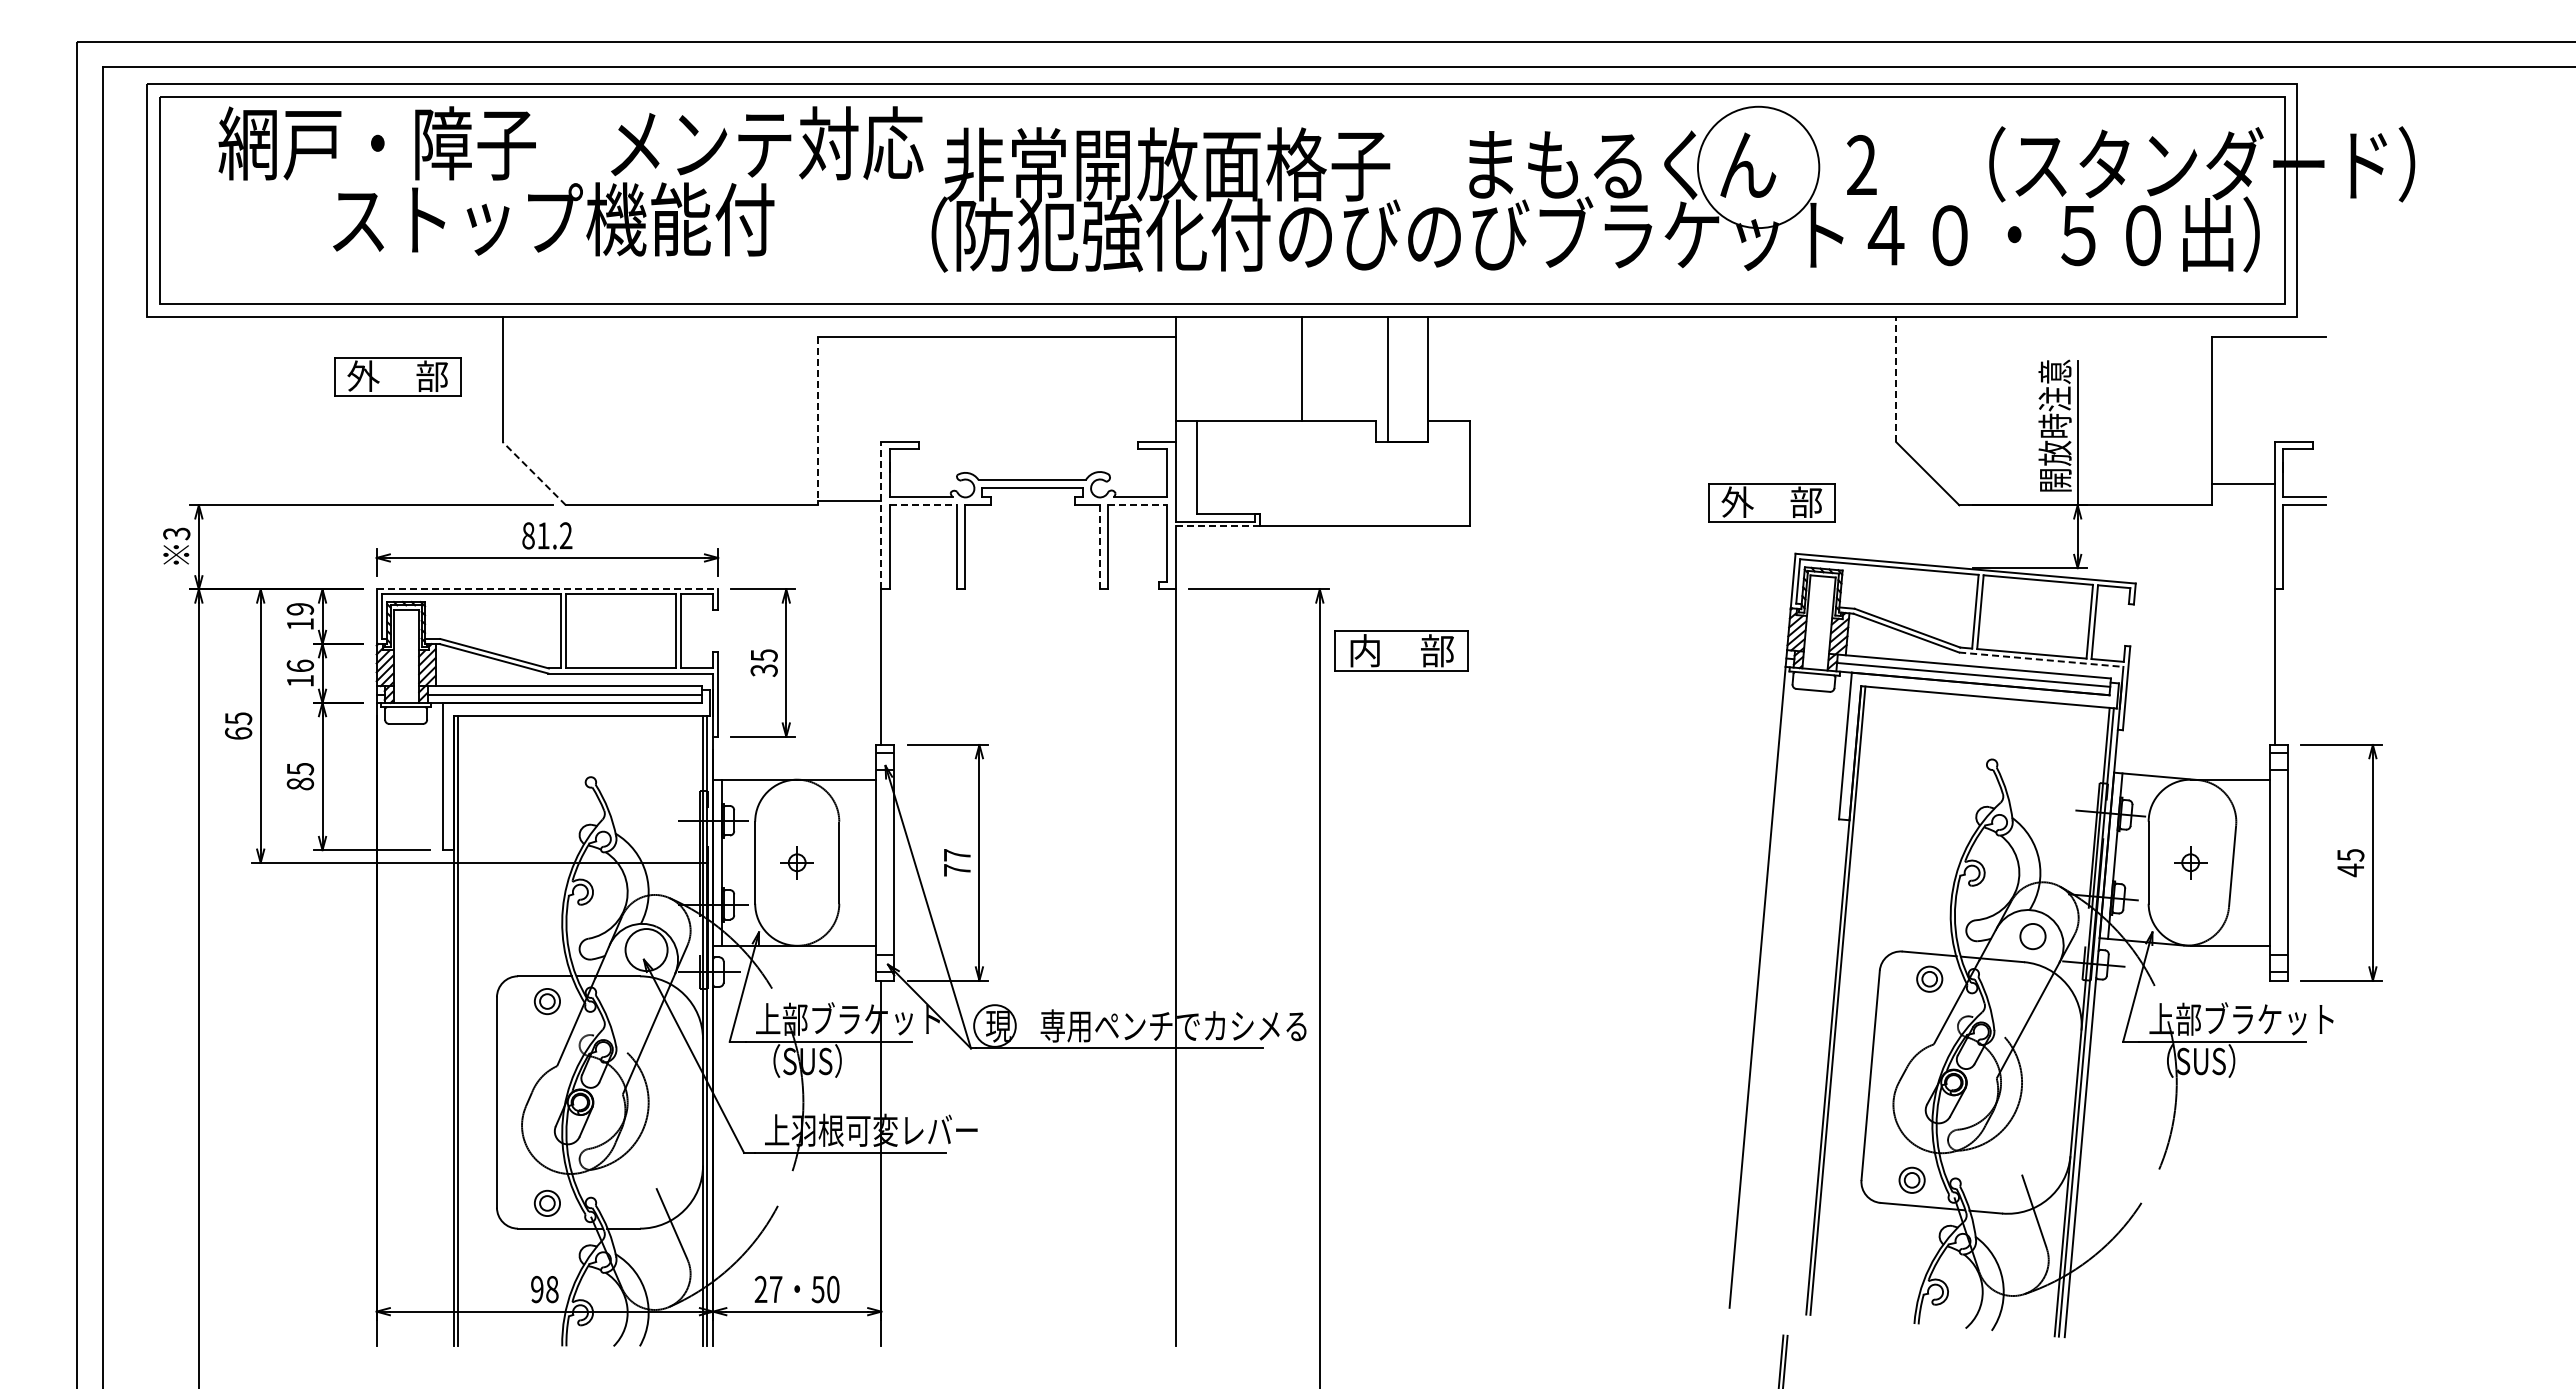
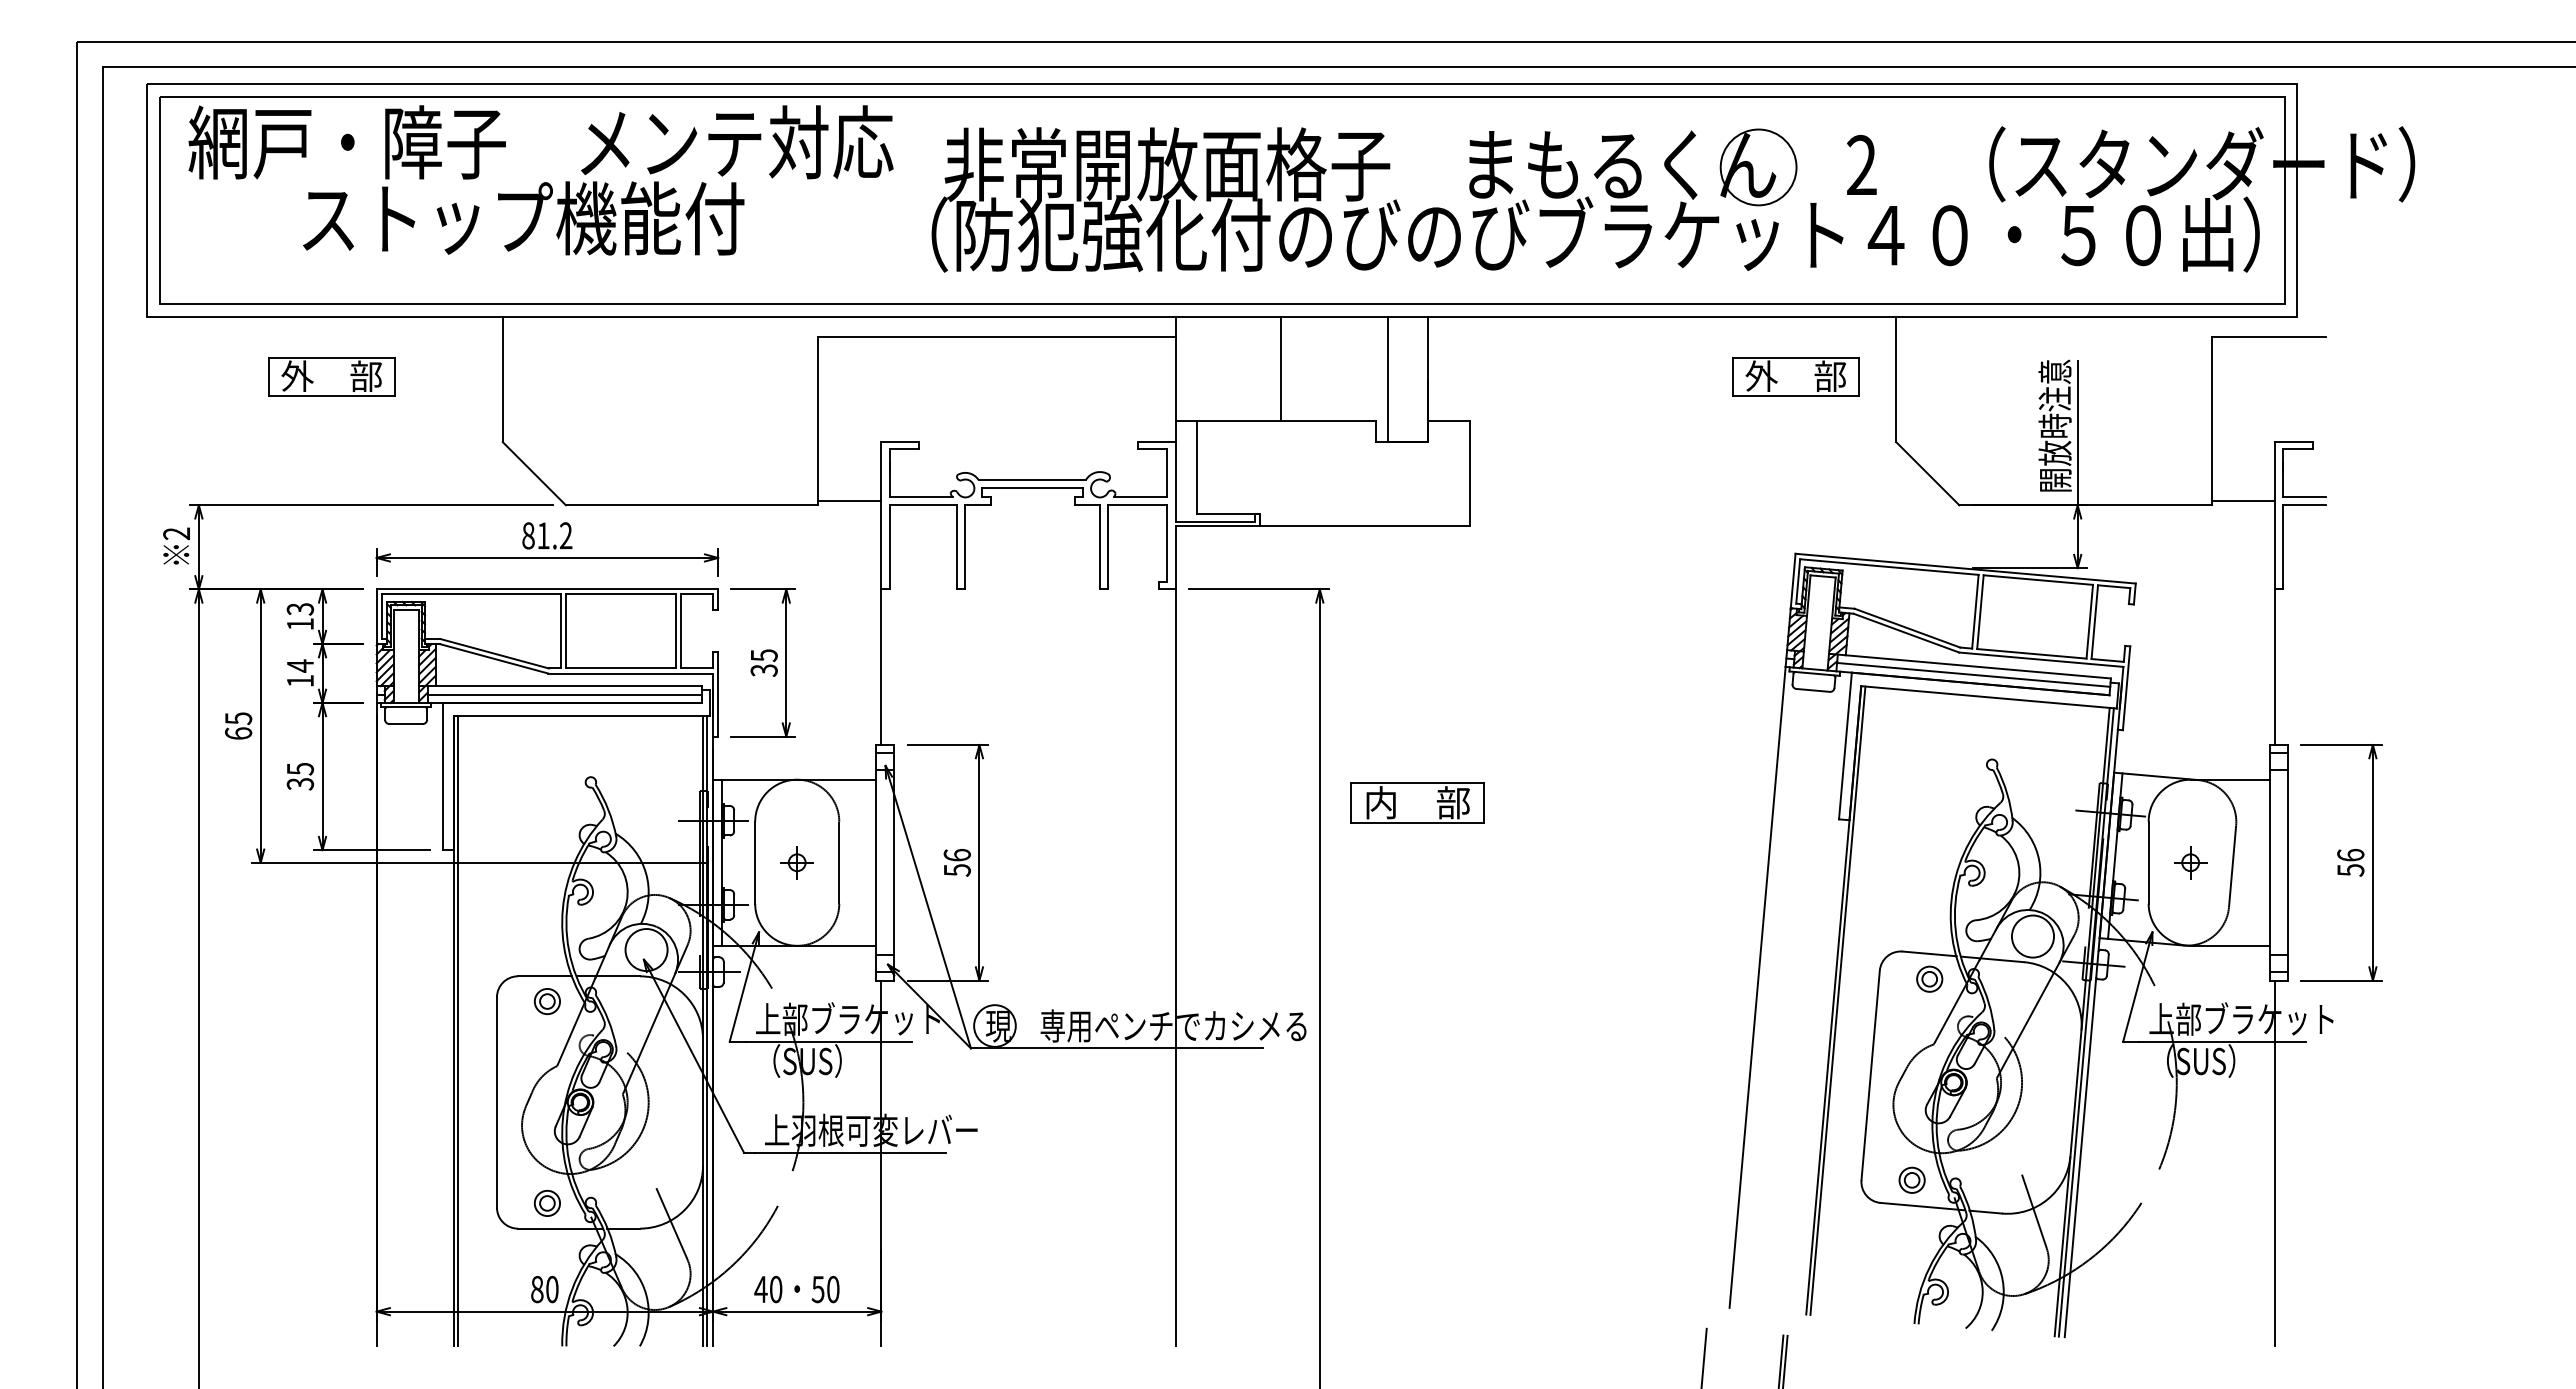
circle at (1758, 167) diameter: 121 px -> 76 px
text at (570, 181) position: (570, 181) -> (540, 180)
line at (1301, 369) position: (1301, 369) -> (1280, 369)
part at (397, 376) position: (397, 376) -> (331, 376)
line at (1896, 379): dashed -> solid
line at (818, 421): dashed -> solid
line at (534, 473): dashed -> solid
line at (2242, 484) position: (2242, 484) -> (2242, 501)
part at (1771, 502) position: (1771, 502) -> (1795, 376)
line at (923, 505): dashed -> solid
line at (1138, 505): dashed -> solid
line at (881, 515): dashed -> solid
line at (1218, 526): dashed -> solid
text at (176, 533): 3 -> 2
line at (1100, 546): dashed -> solid
line at (547, 589): dashed -> solid
text at (300, 609): 19 -> 13
part at (1401, 650) position: (1401, 650) -> (1417, 802)
line at (2041, 659): dashed -> solid
text at (300, 665): 16 -> 14
text at (299, 783): 85 -> 35
text at (956, 862): 77 -> 56
text at (2350, 863): 45 -> 56
circle at (2032, 936) diameter: 25 px -> 42 px
line at (2274, 1163): none -> present
text at (544, 1289): 98 -> 80
text at (768, 1289): 27 -> 40
line at (1703, 1356): none -> present
